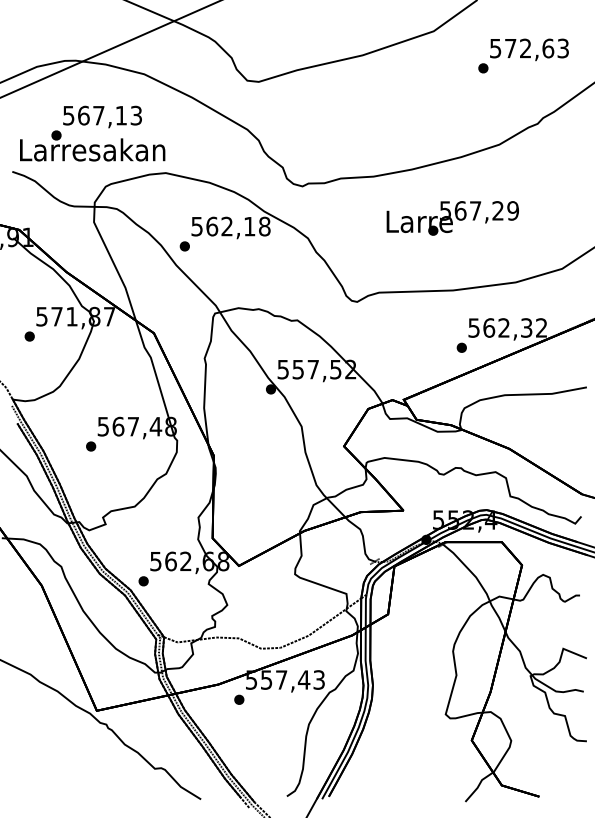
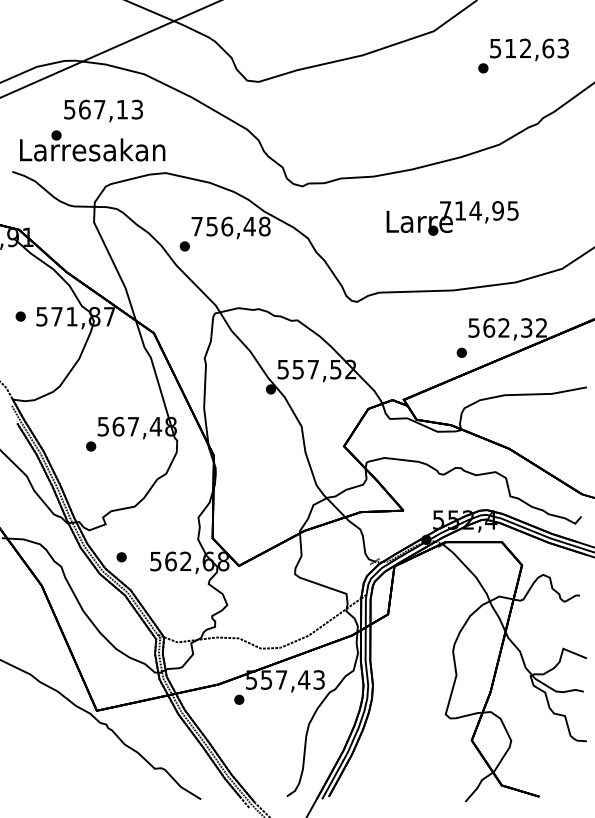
text at (510, 48): 572,63 -> 512,63
text at (102, 116) position: (102, 116) -> (103, 110)
text at (479, 210): 567,29 -> 714,95
text at (223, 226): 562,18 -> 756,48
part at (29, 336) position: (29, 336) -> (20, 316)
part at (461, 347) position: (461, 347) -> (461, 352)
part at (143, 581) position: (143, 581) -> (121, 557)
